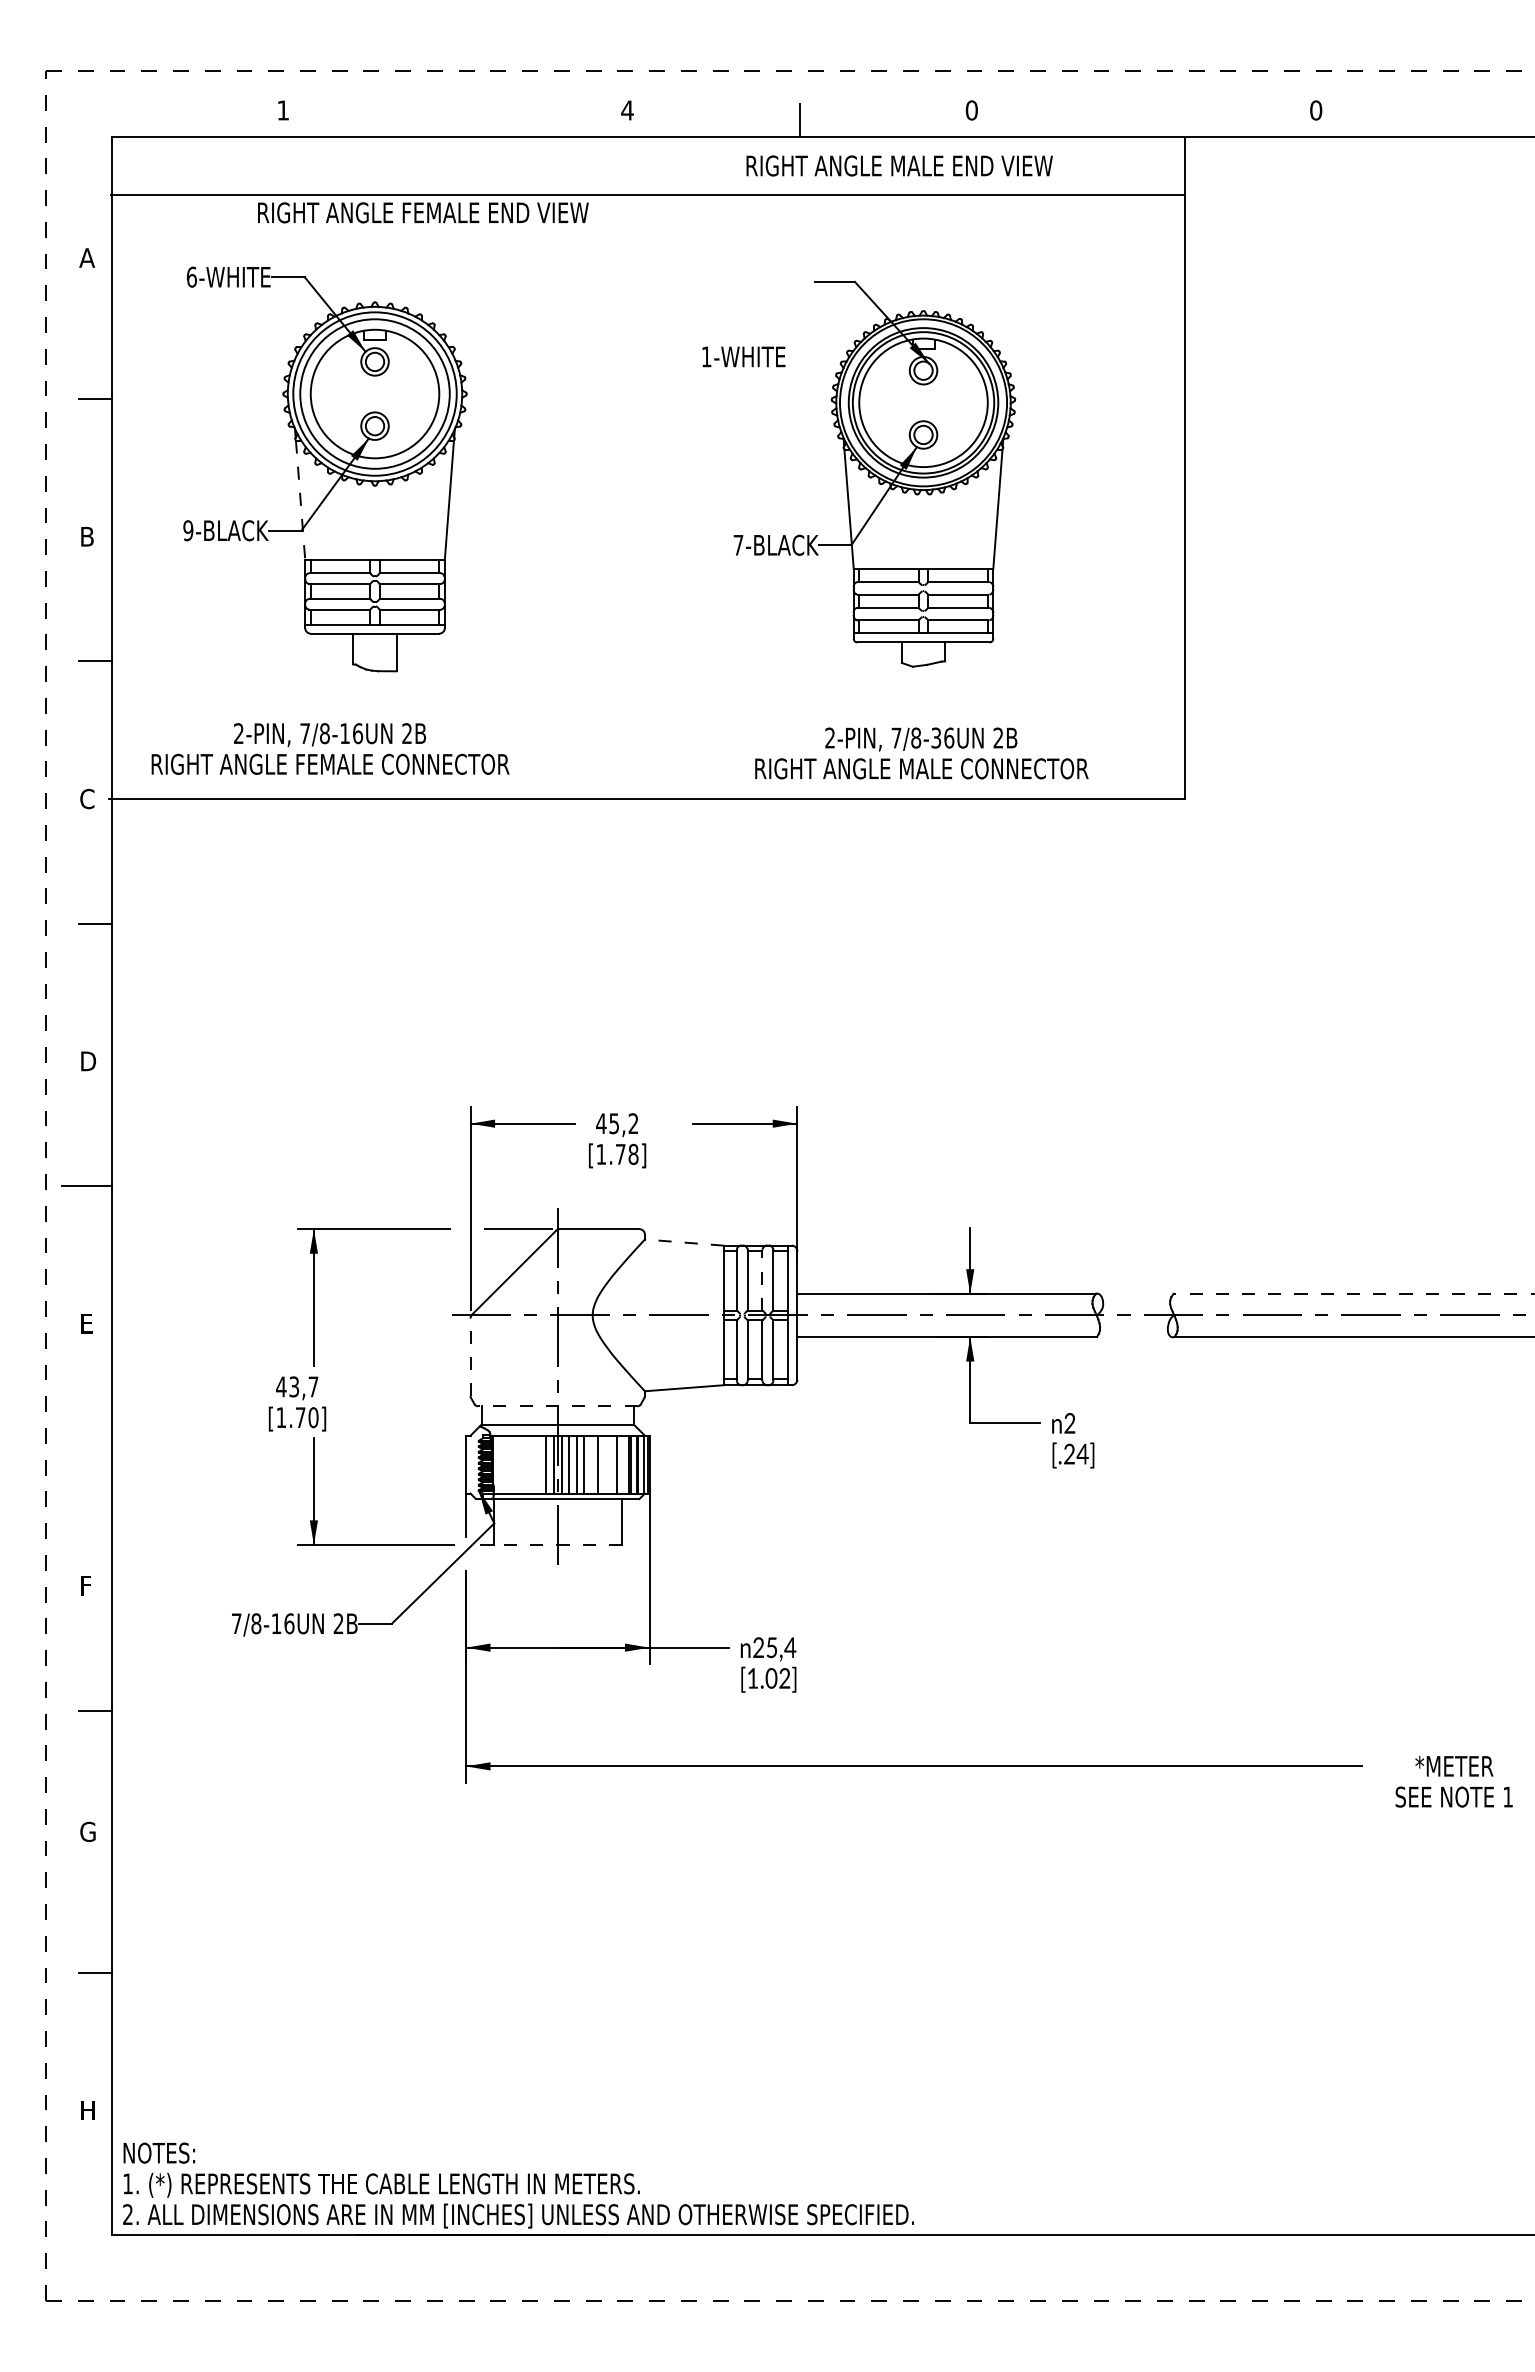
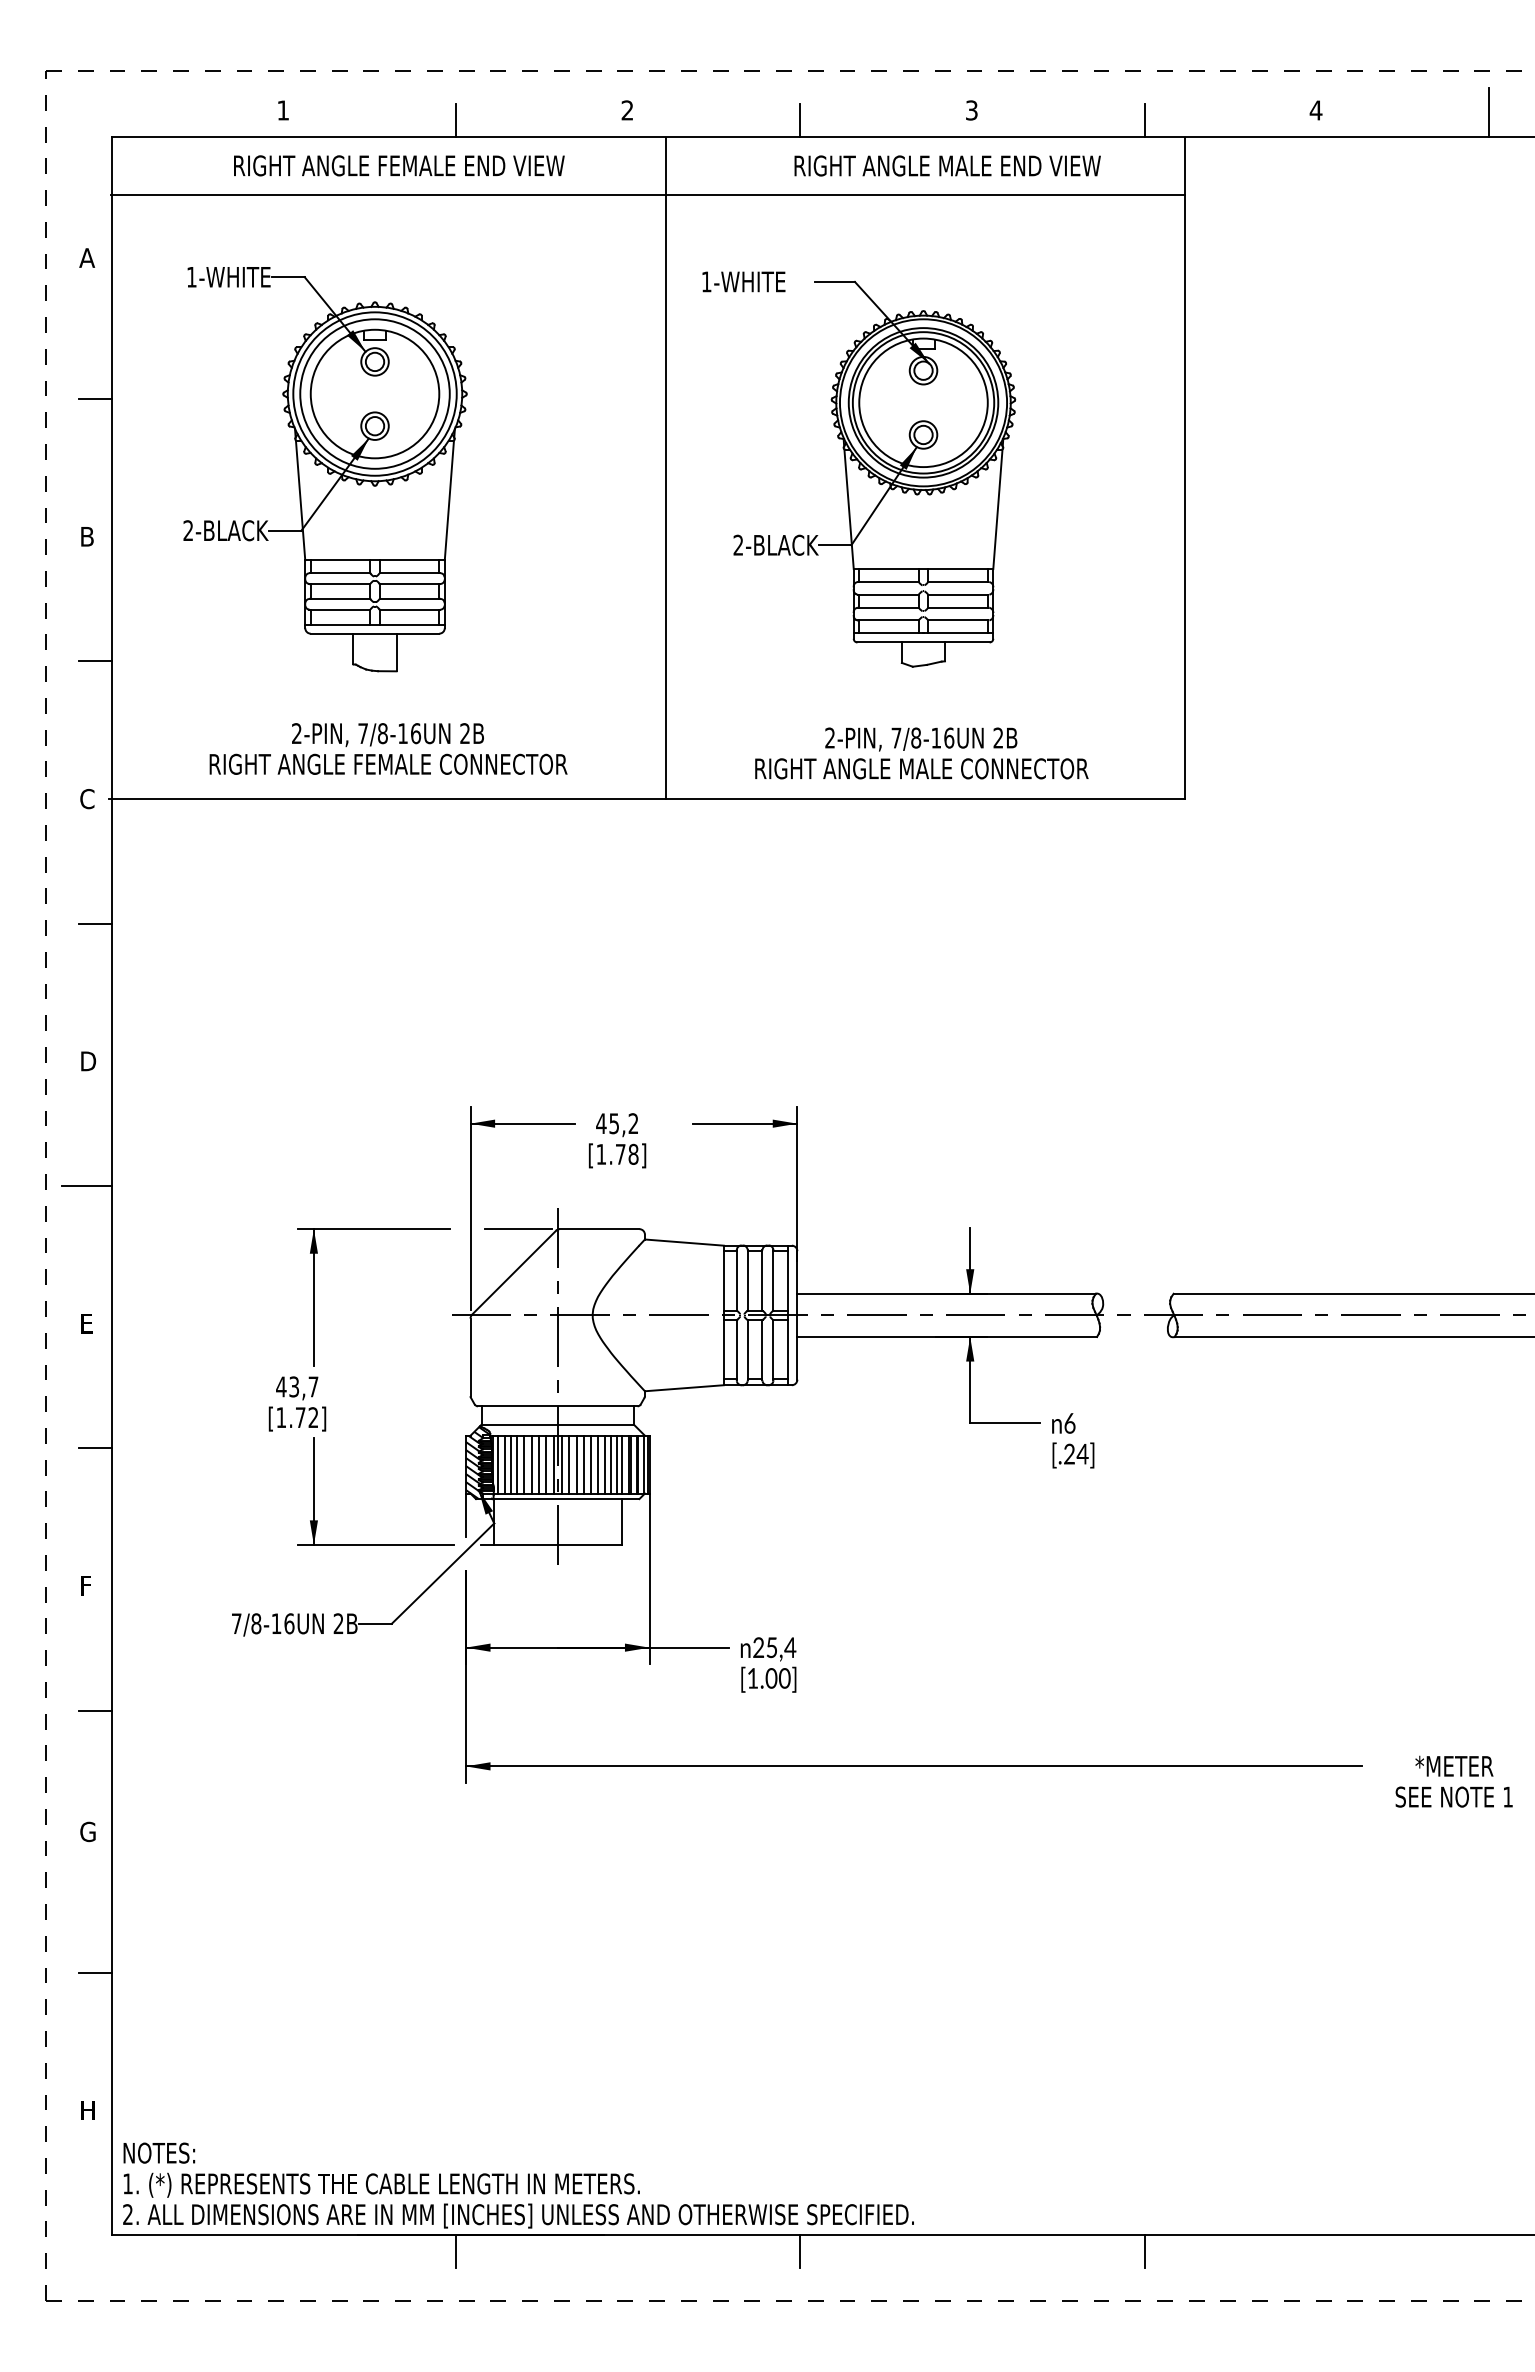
text at (627, 110): 4 -> 2
text at (971, 110): 0 -> 3
text at (1315, 110): 0 -> 4
line at (1488, 111): none -> present
line at (455, 119): none -> present
line at (1144, 119): none -> present
text at (899, 165) position: (899, 165) -> (947, 165)
text at (423, 212) position: (423, 212) -> (399, 165)
text at (191, 276): 6-WHITE -> 1-WHITE
text at (743, 356) position: (743, 356) -> (743, 281)
line at (666, 468): none -> present
line at (300, 500): dashed -> solid
text at (188, 530): 9-BLACK -> 2-BLACK
text at (738, 544): 7-BLACK -> 2-BLACK
text at (936, 737): 7/8-36UN -> 7/8-16UN
text at (330, 748) position: (330, 748) -> (388, 748)
line at (684, 1242): dashed -> solid
line at (762, 1280): dashed -> solid
line at (1353, 1293): dashed -> solid
line at (470, 1357): dashed -> solid
line at (557, 1406): dashed -> solid
text at (313, 1417): [1.70] -> [1.72]
text at (1069, 1423): 2 -> 6
line at (94, 1448): none -> present
hatch at (477, 1463): none -> present
line at (498, 1464): none -> present
line at (504, 1464): none -> present
line at (510, 1464): none -> present
line at (517, 1464): none -> present
line at (524, 1464): none -> present
line at (531, 1464): none -> present
line at (538, 1464): none -> present
line at (591, 1464): none -> present
line at (604, 1464): none -> present
line at (610, 1464): none -> present
line at (622, 1464): none -> present
line at (558, 1544): dashed -> solid
text at (784, 1678): [1.02] -> [1.00]
line at (455, 2251): none -> present
line at (800, 2251): none -> present
line at (1144, 2251): none -> present
